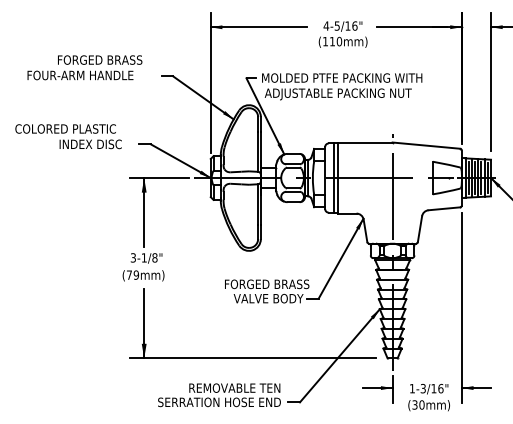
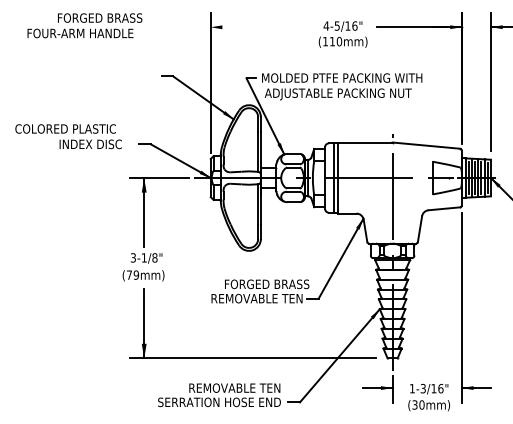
line at (258, 27): present -> none
text at (84, 67) position: (84, 67) -> (84, 25)
text at (257, 298): VALVE BODY -> REMOVABLE TEN
